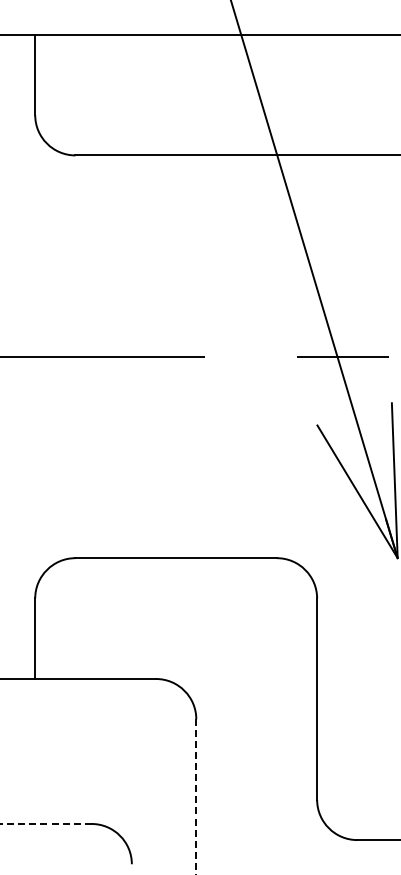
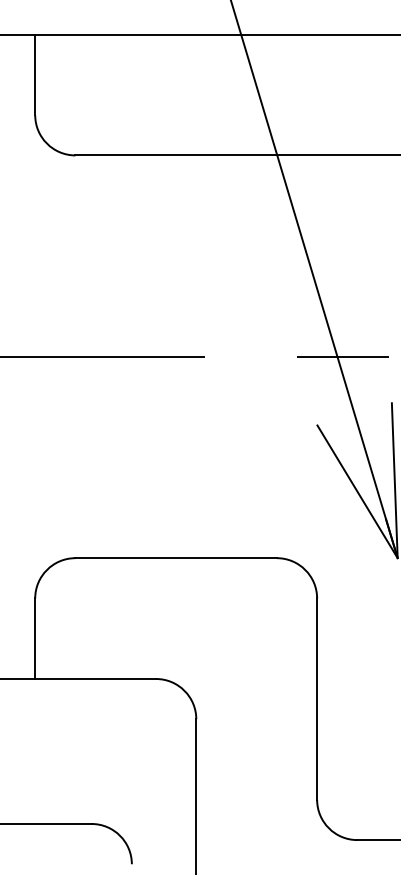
line at (196, 797): dashed -> solid
line at (45, 823): dashed -> solid
